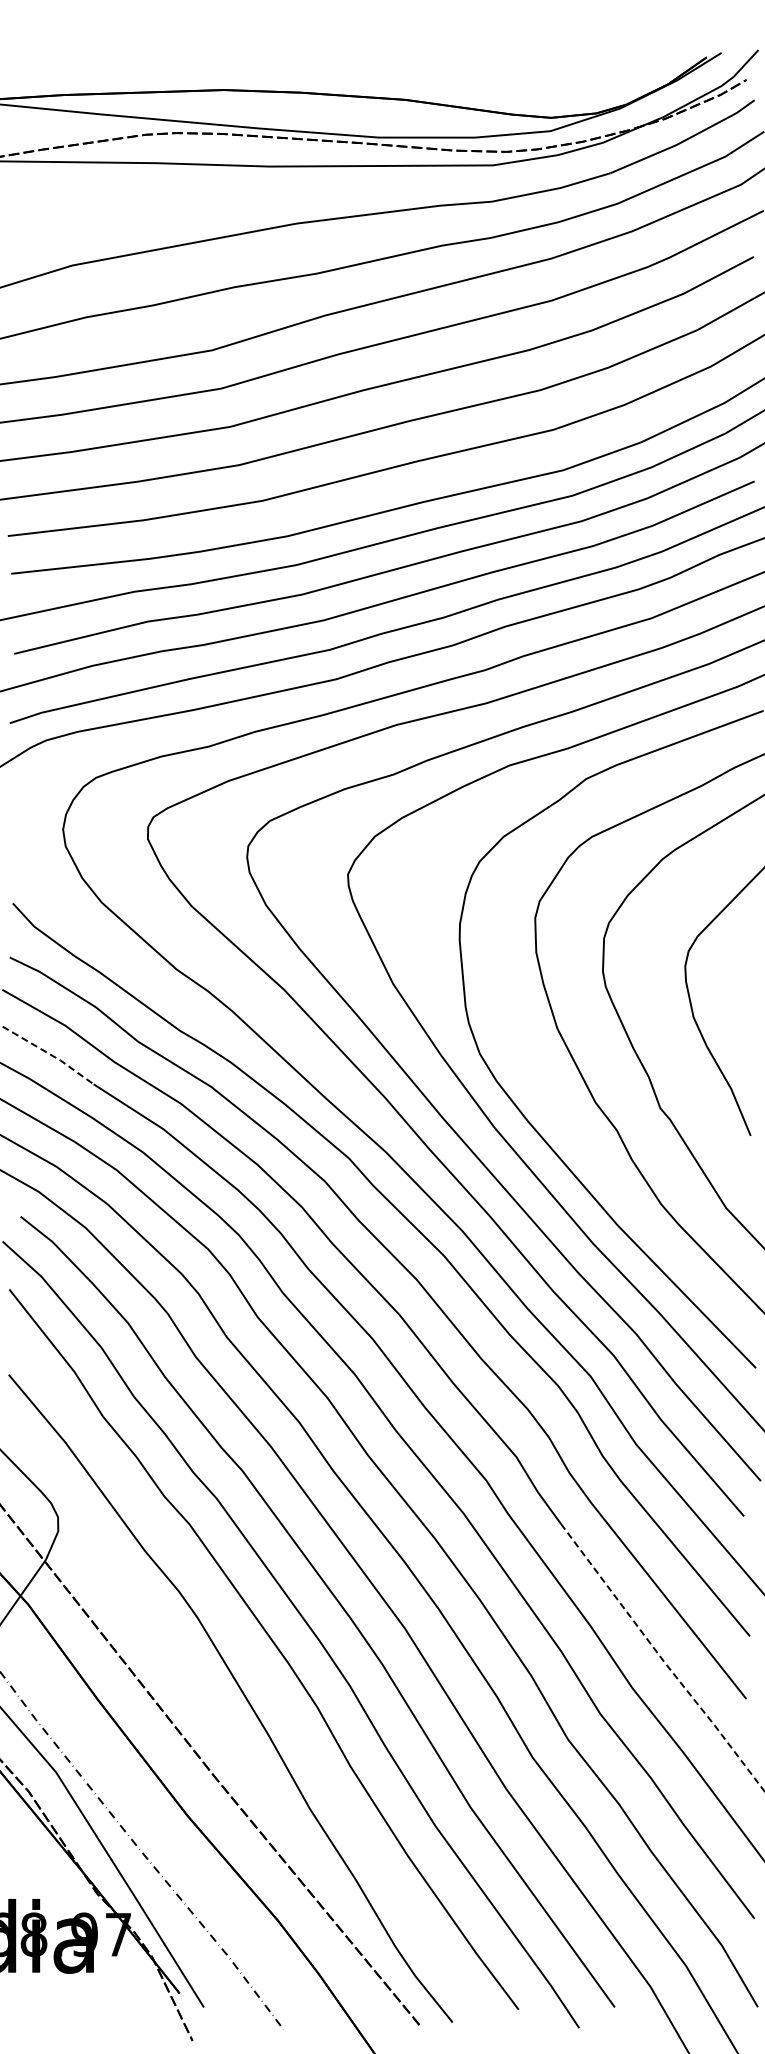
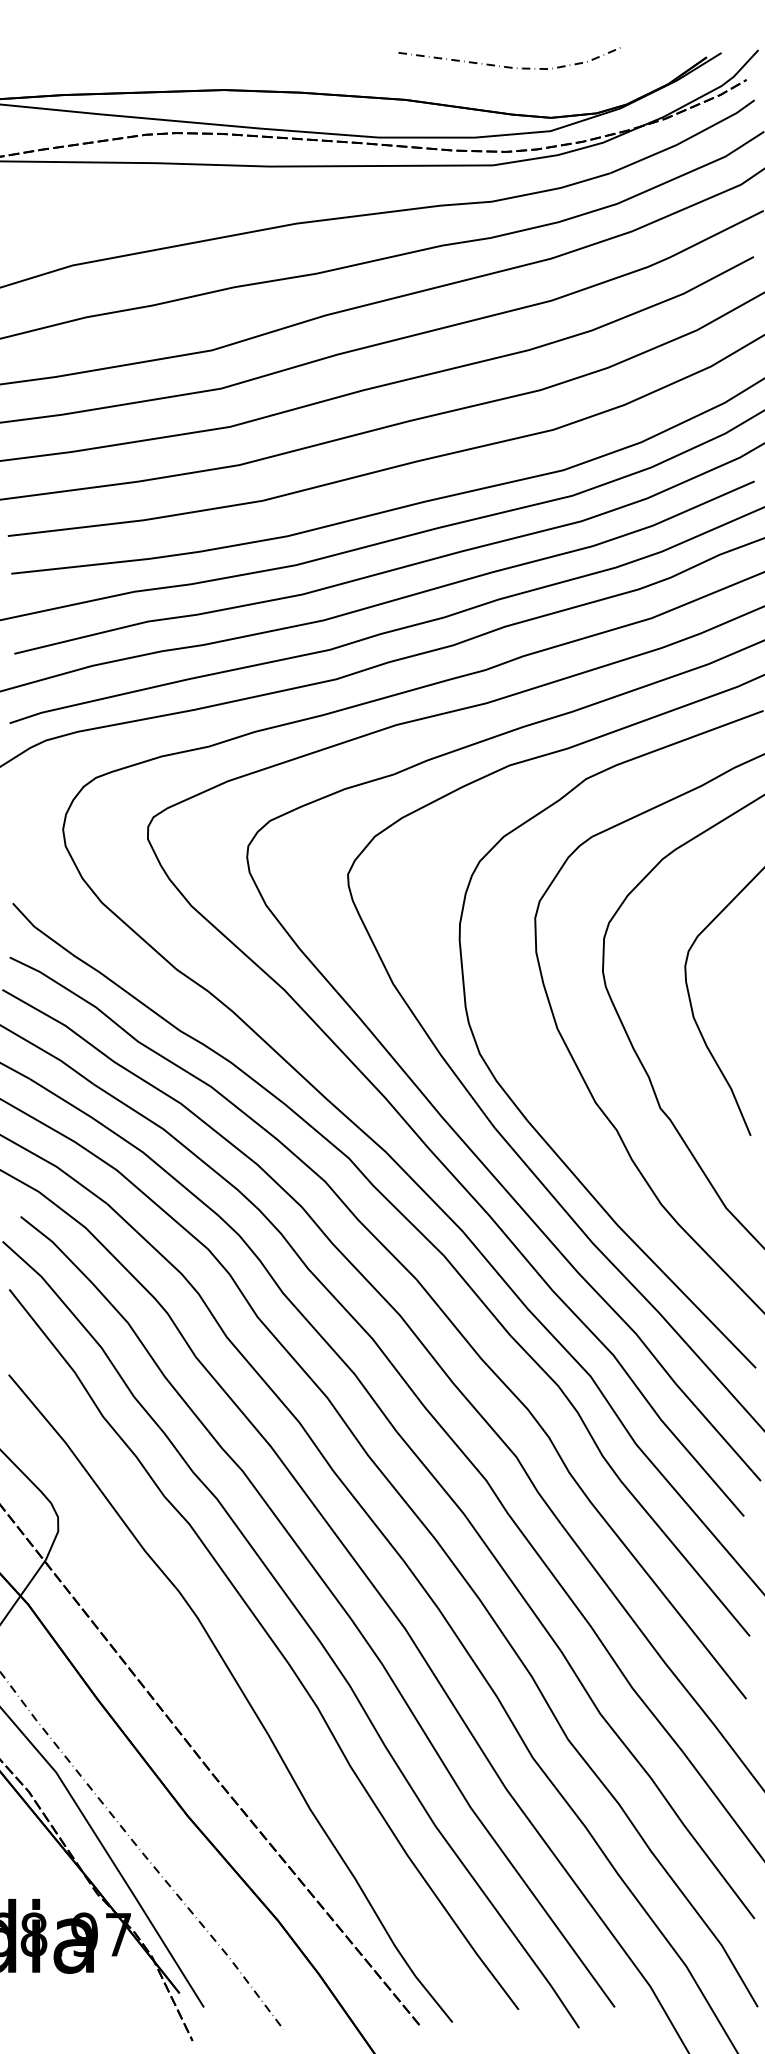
curve at (509, 66): none -> present
line at (48, 1053): dashed -> solid
line at (662, 1659): dashed -> solid
